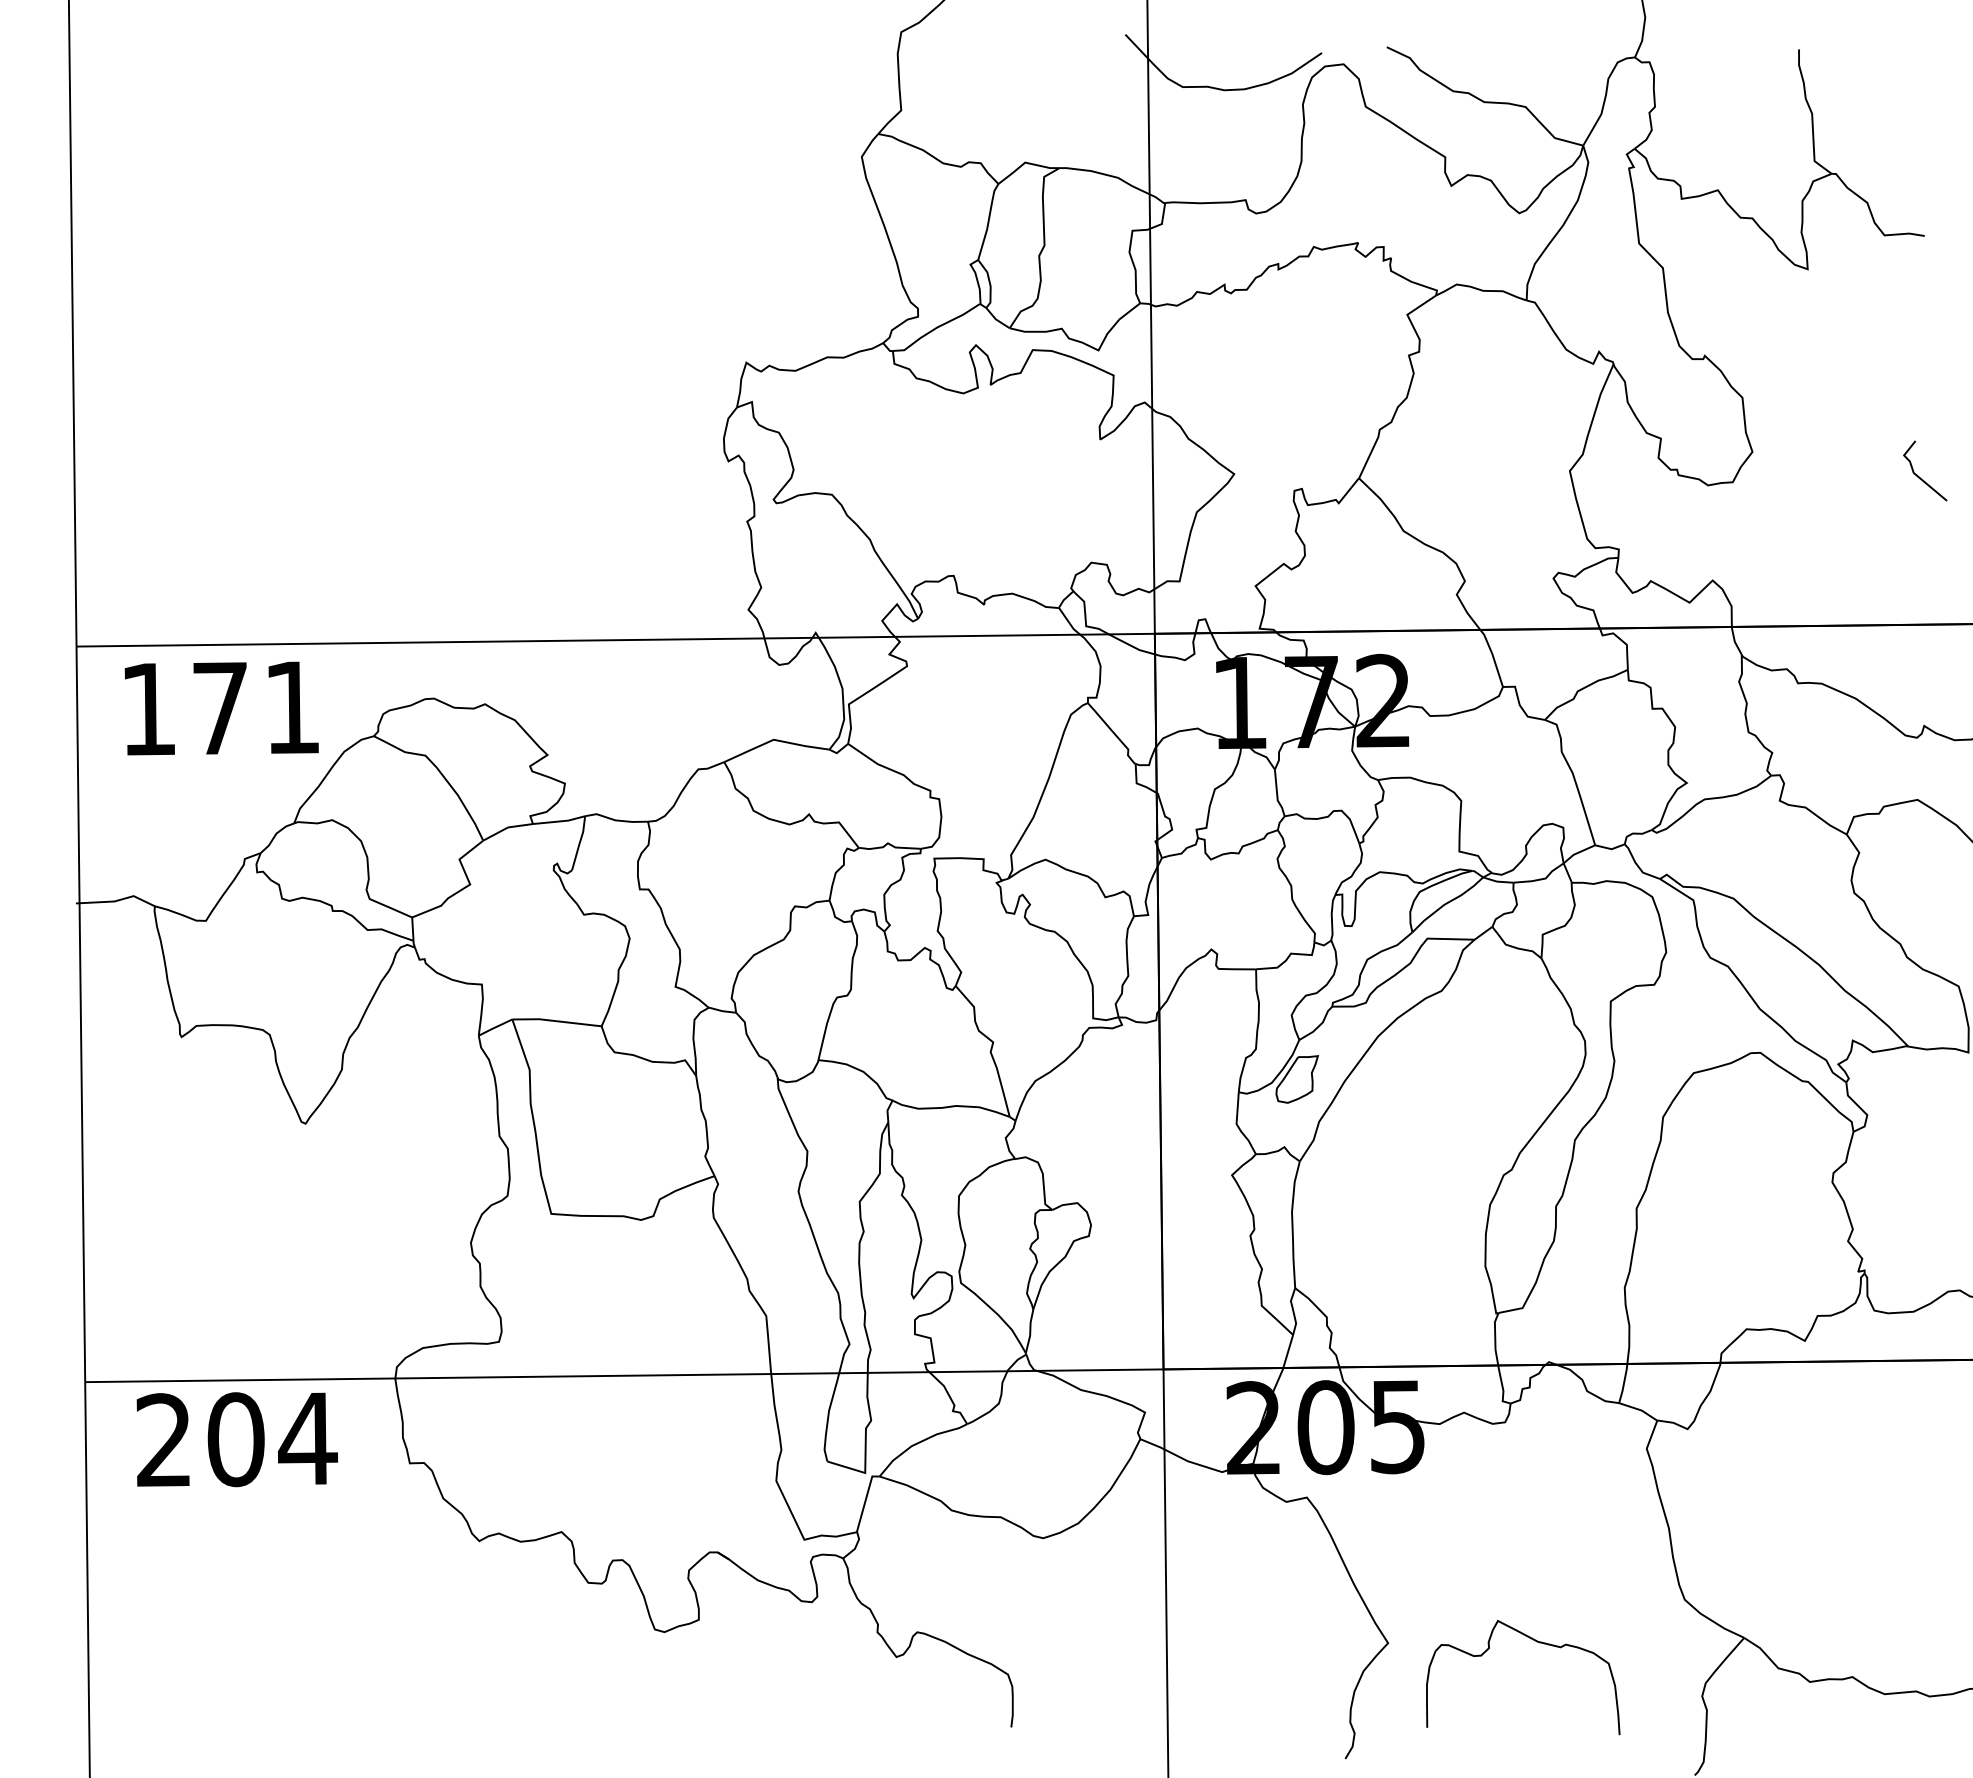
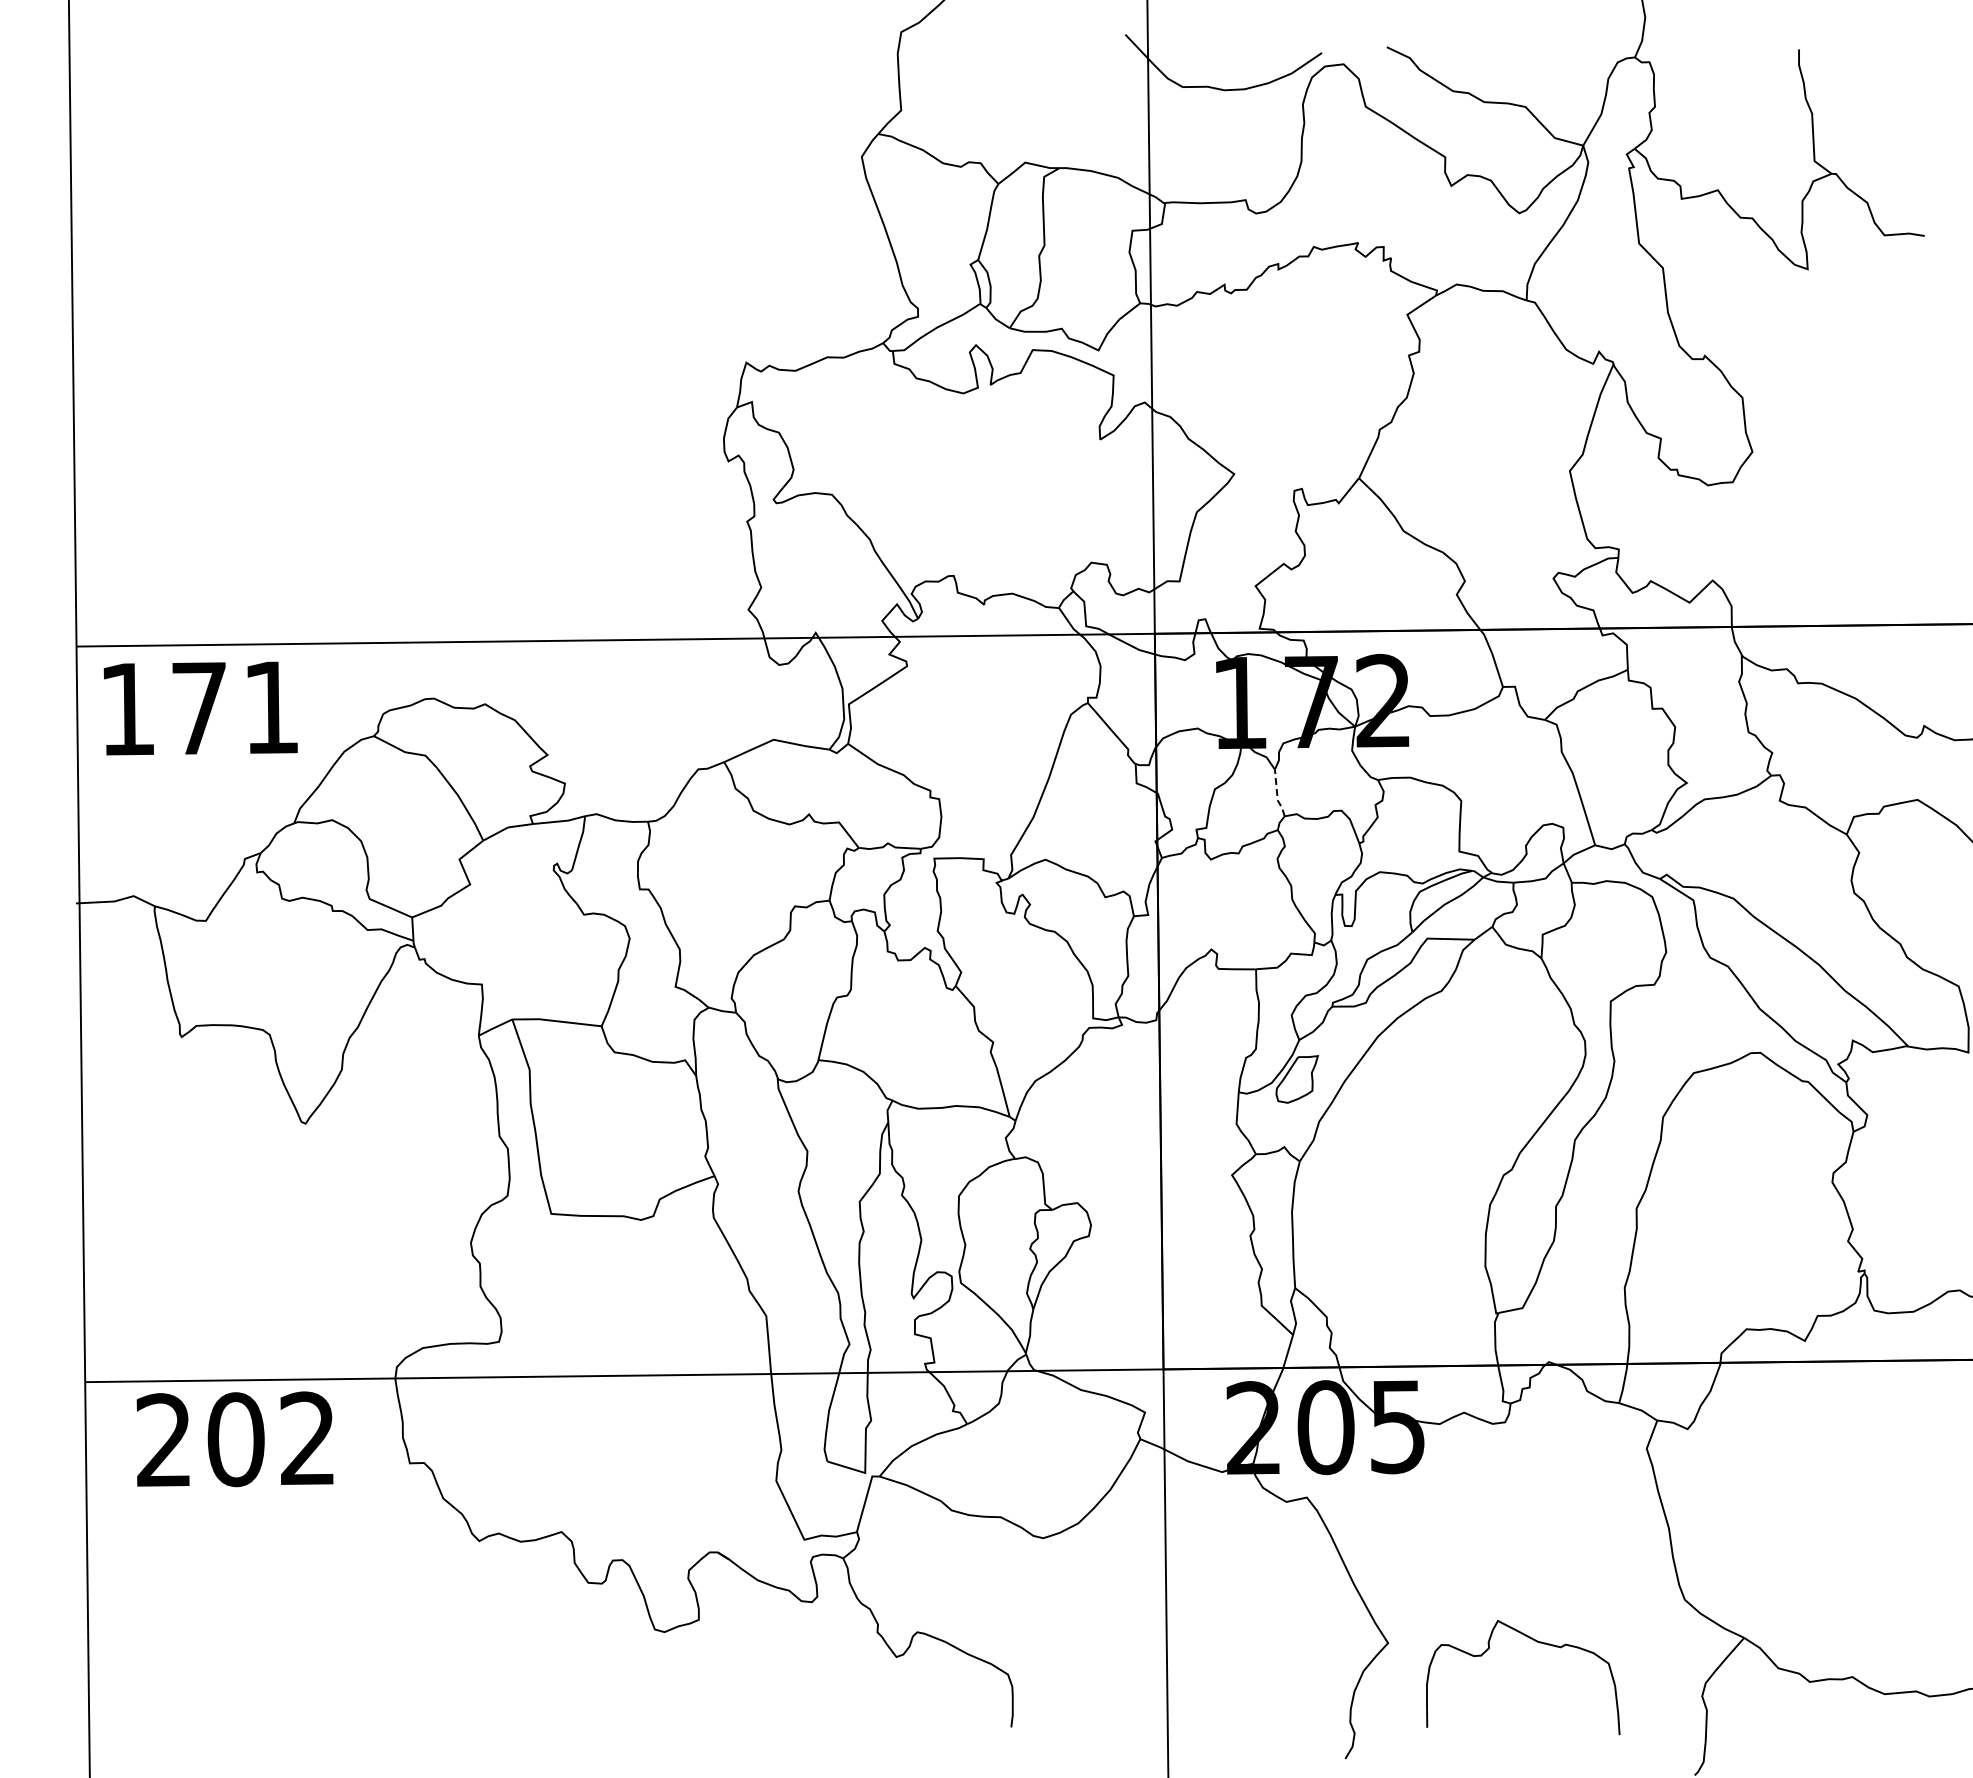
line at (1919, 476): present -> none
text at (221, 708) position: (221, 708) -> (200, 708)
line at (1277, 794): solid -> dashed
text at (308, 1437): 204 -> 202
